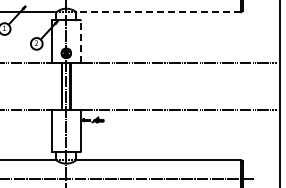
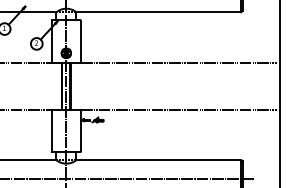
line at (158, 12): dashed -> solid
line at (81, 41): dashed -> solid
